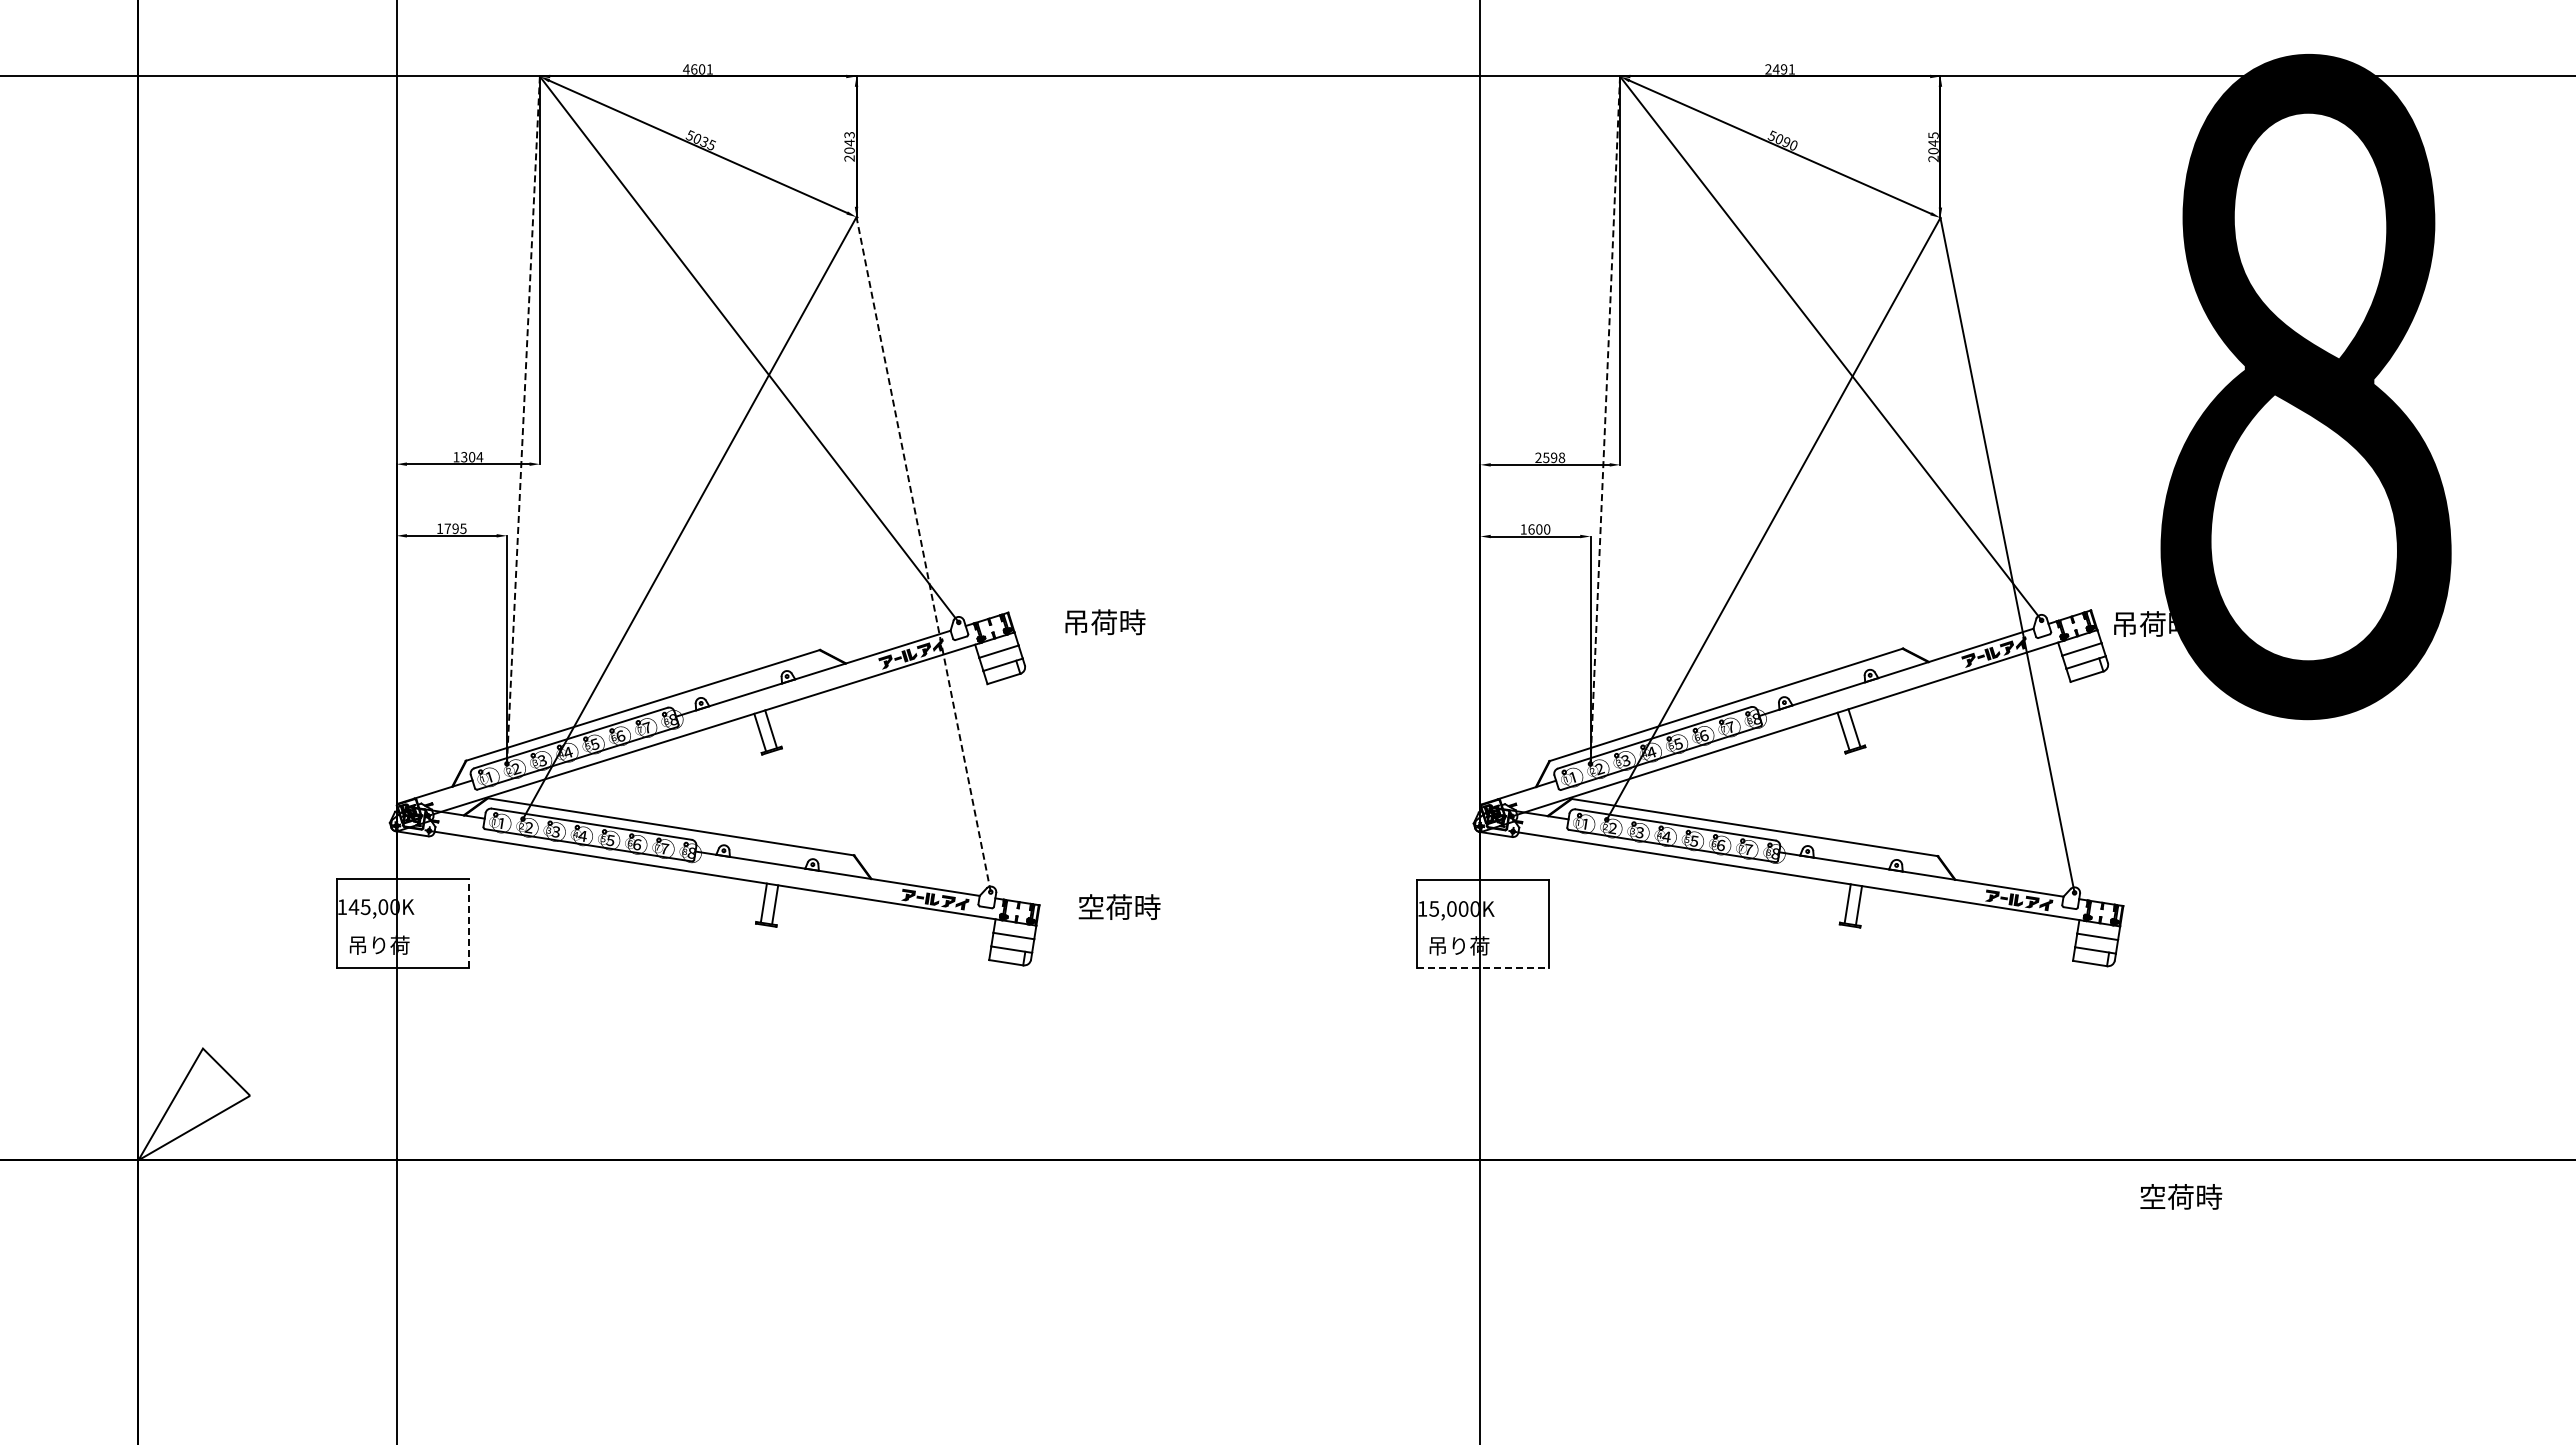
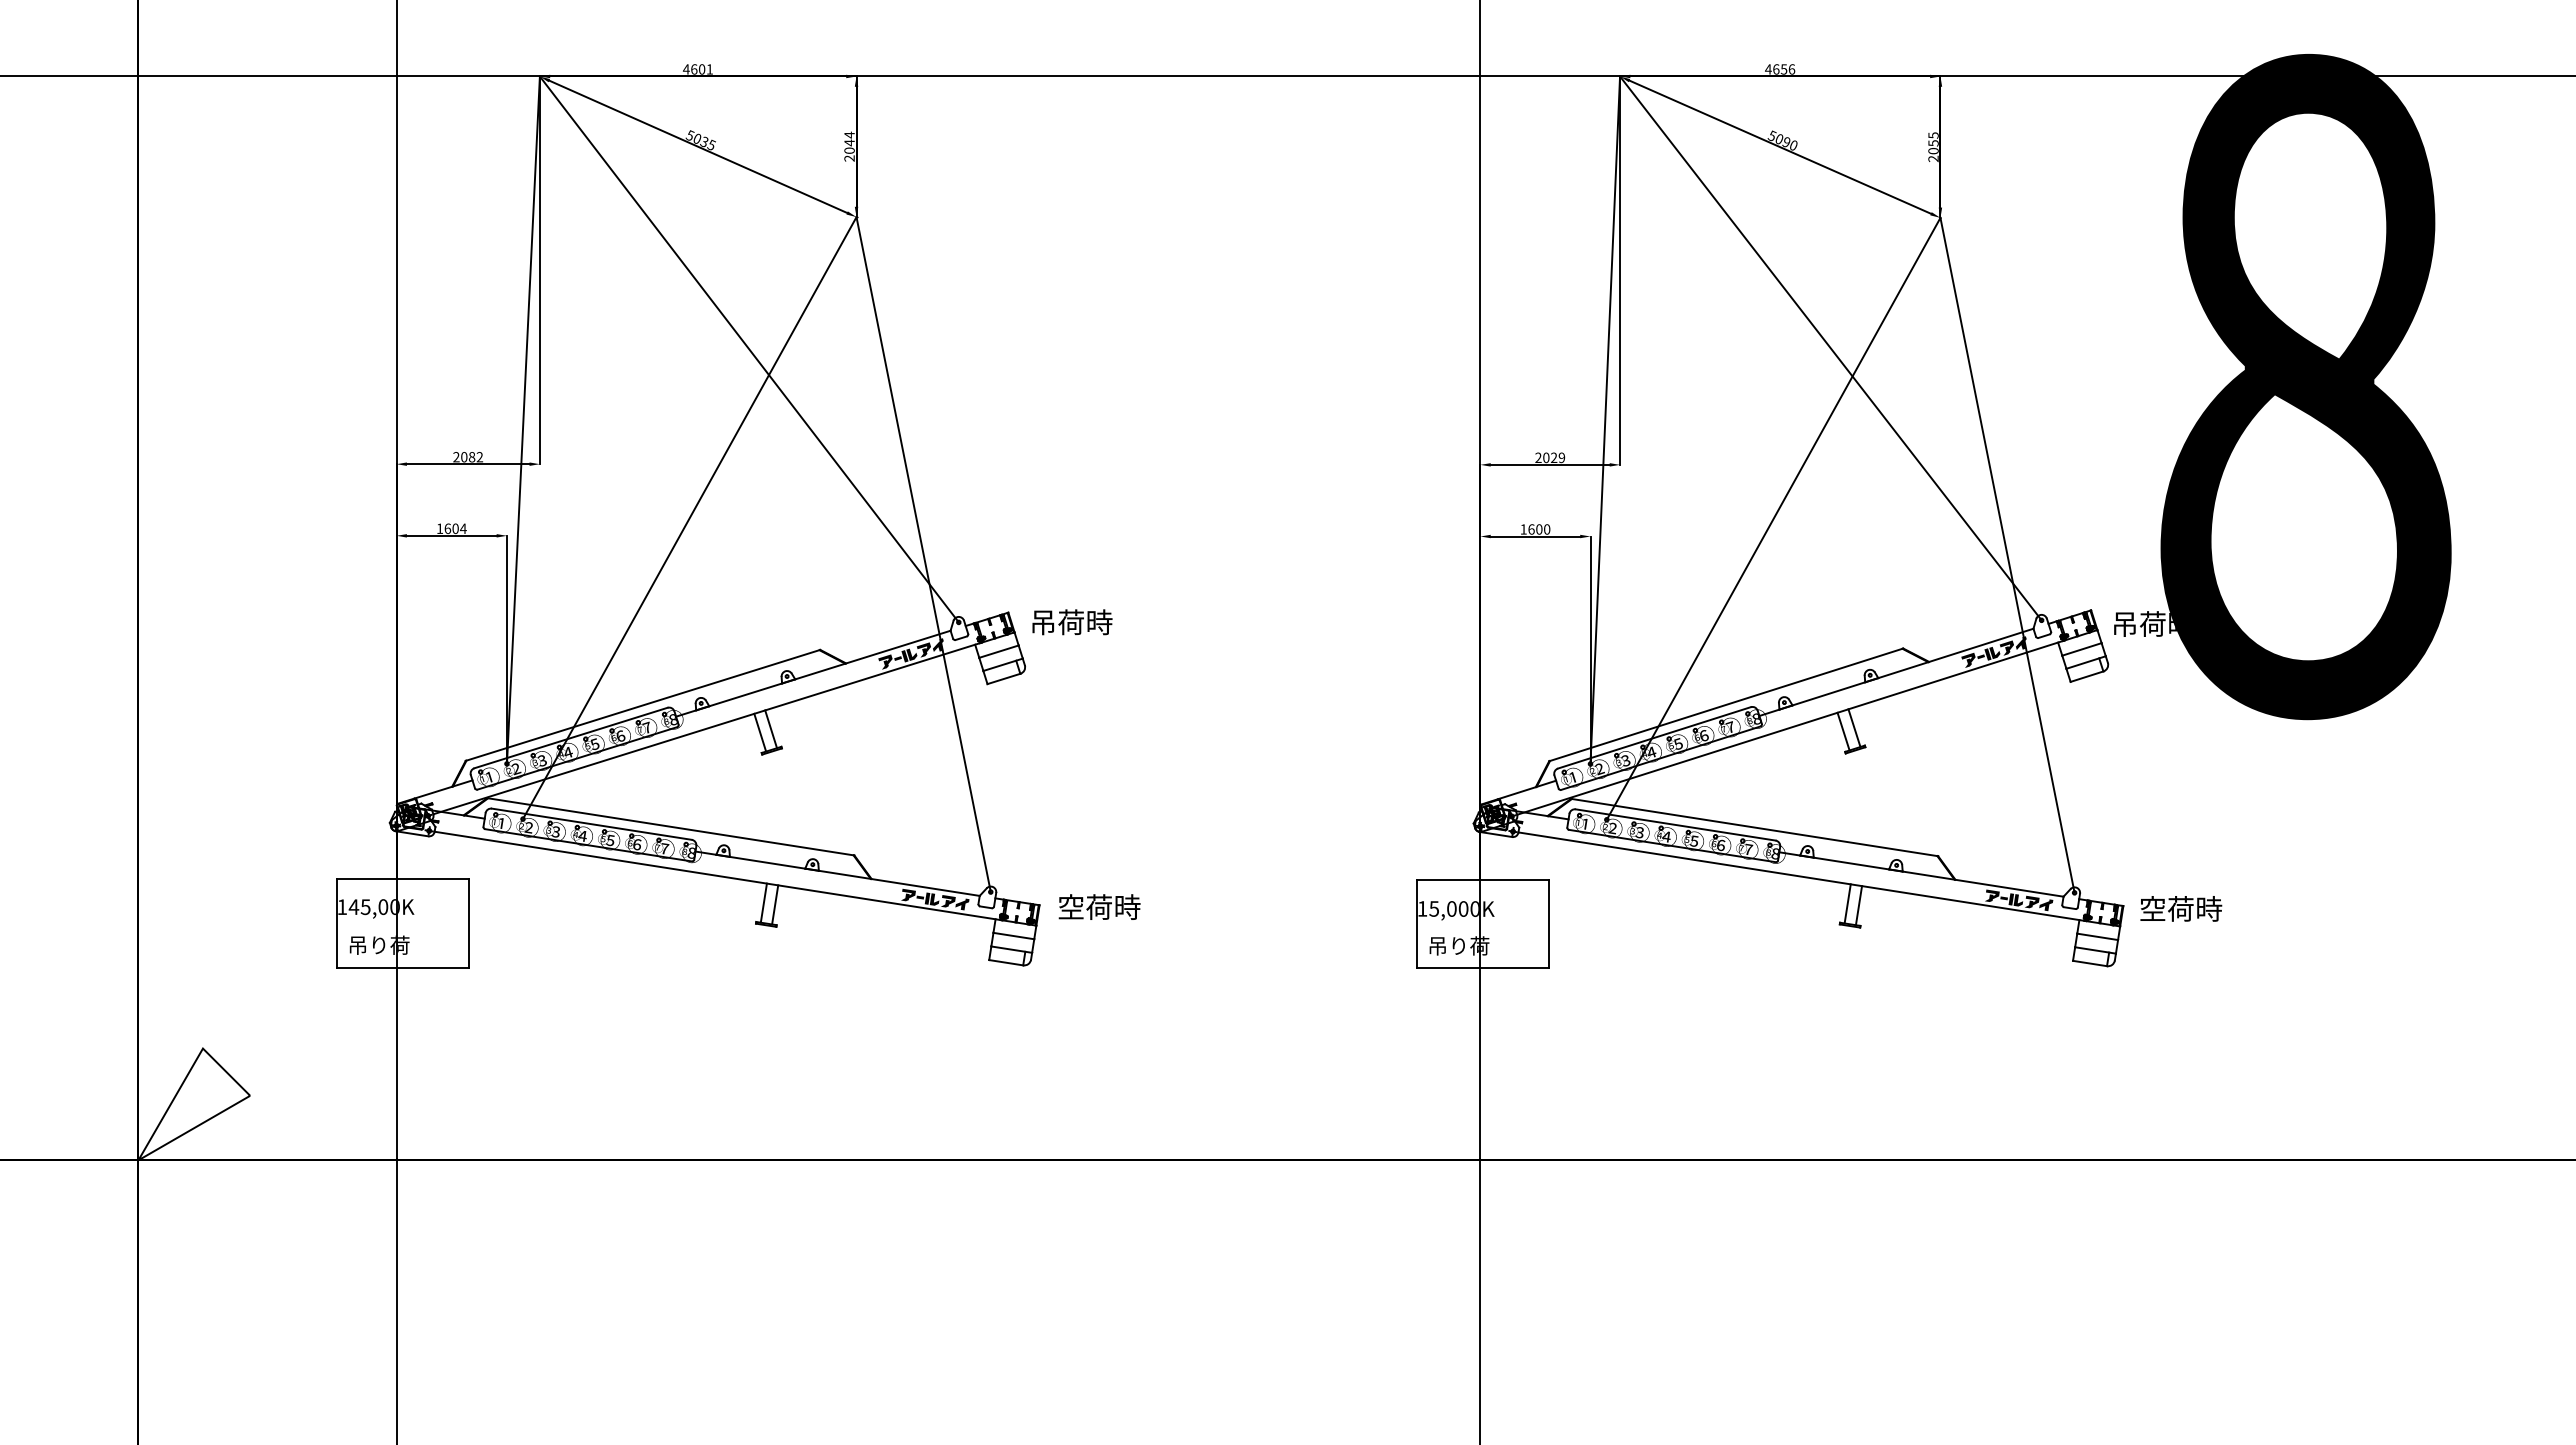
text at (1780, 69): 2491 -> 4656
text at (849, 134): 2043 -> 2044
text at (1933, 142): 2045 -> 2055
line at (523, 420): dashed -> solid
line at (1605, 420): dashed -> solid
text at (468, 457): 1304 -> 2082
text at (1554, 457): 2598 -> 2029
text at (455, 528): 1795 -> 1604
line at (923, 554): dashed -> solid
text at (1105, 622) position: (1105, 622) -> (1072, 622)
text at (1119, 906) position: (1119, 906) -> (1099, 906)
line at (468, 922): dashed -> solid
line at (1482, 968): dashed -> solid
text at (2181, 1196) position: (2181, 1196) -> (2181, 908)
